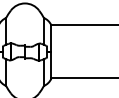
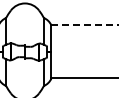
line at (84, 25): solid -> dashed
